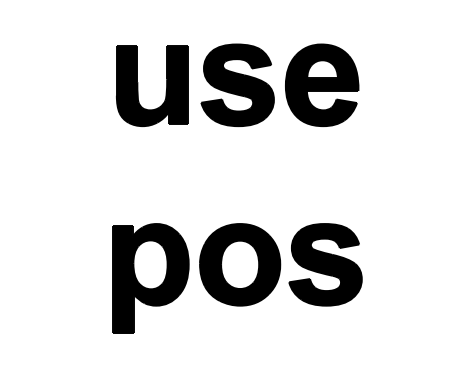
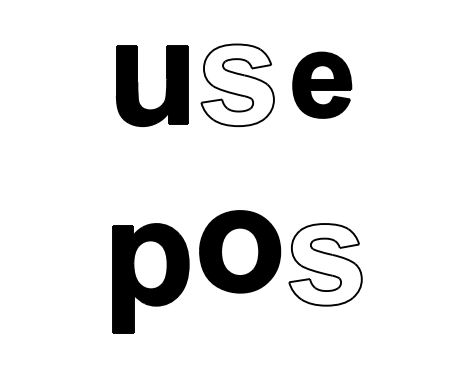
part at (322, 84) size: 75x84 px -> 61x68 px
fill at (237, 85): present -> none
part at (240, 264) position: (240, 264) -> (240, 251)
fill at (325, 264): present -> none
